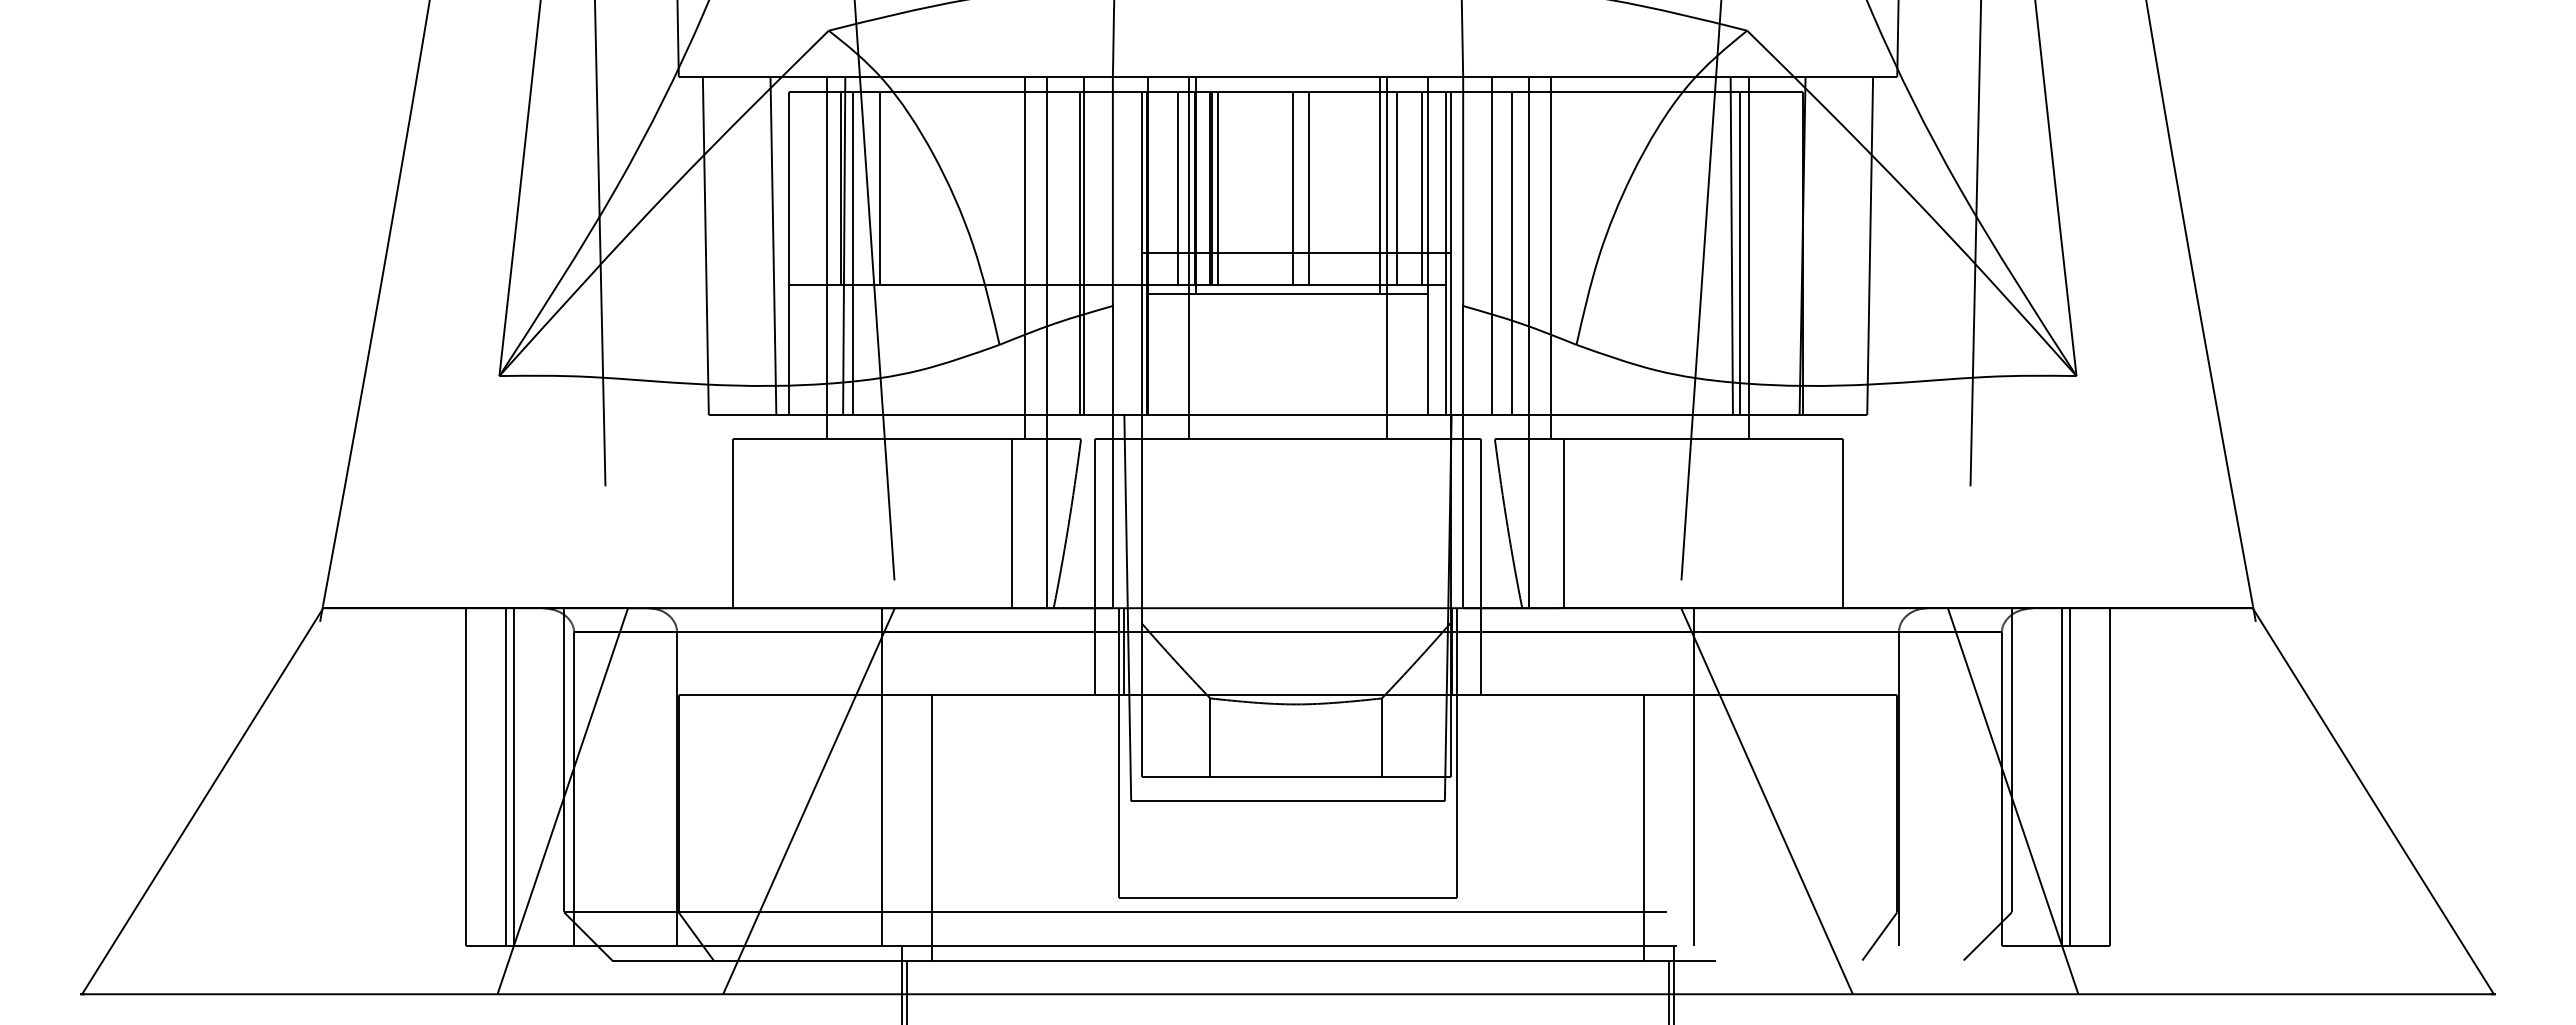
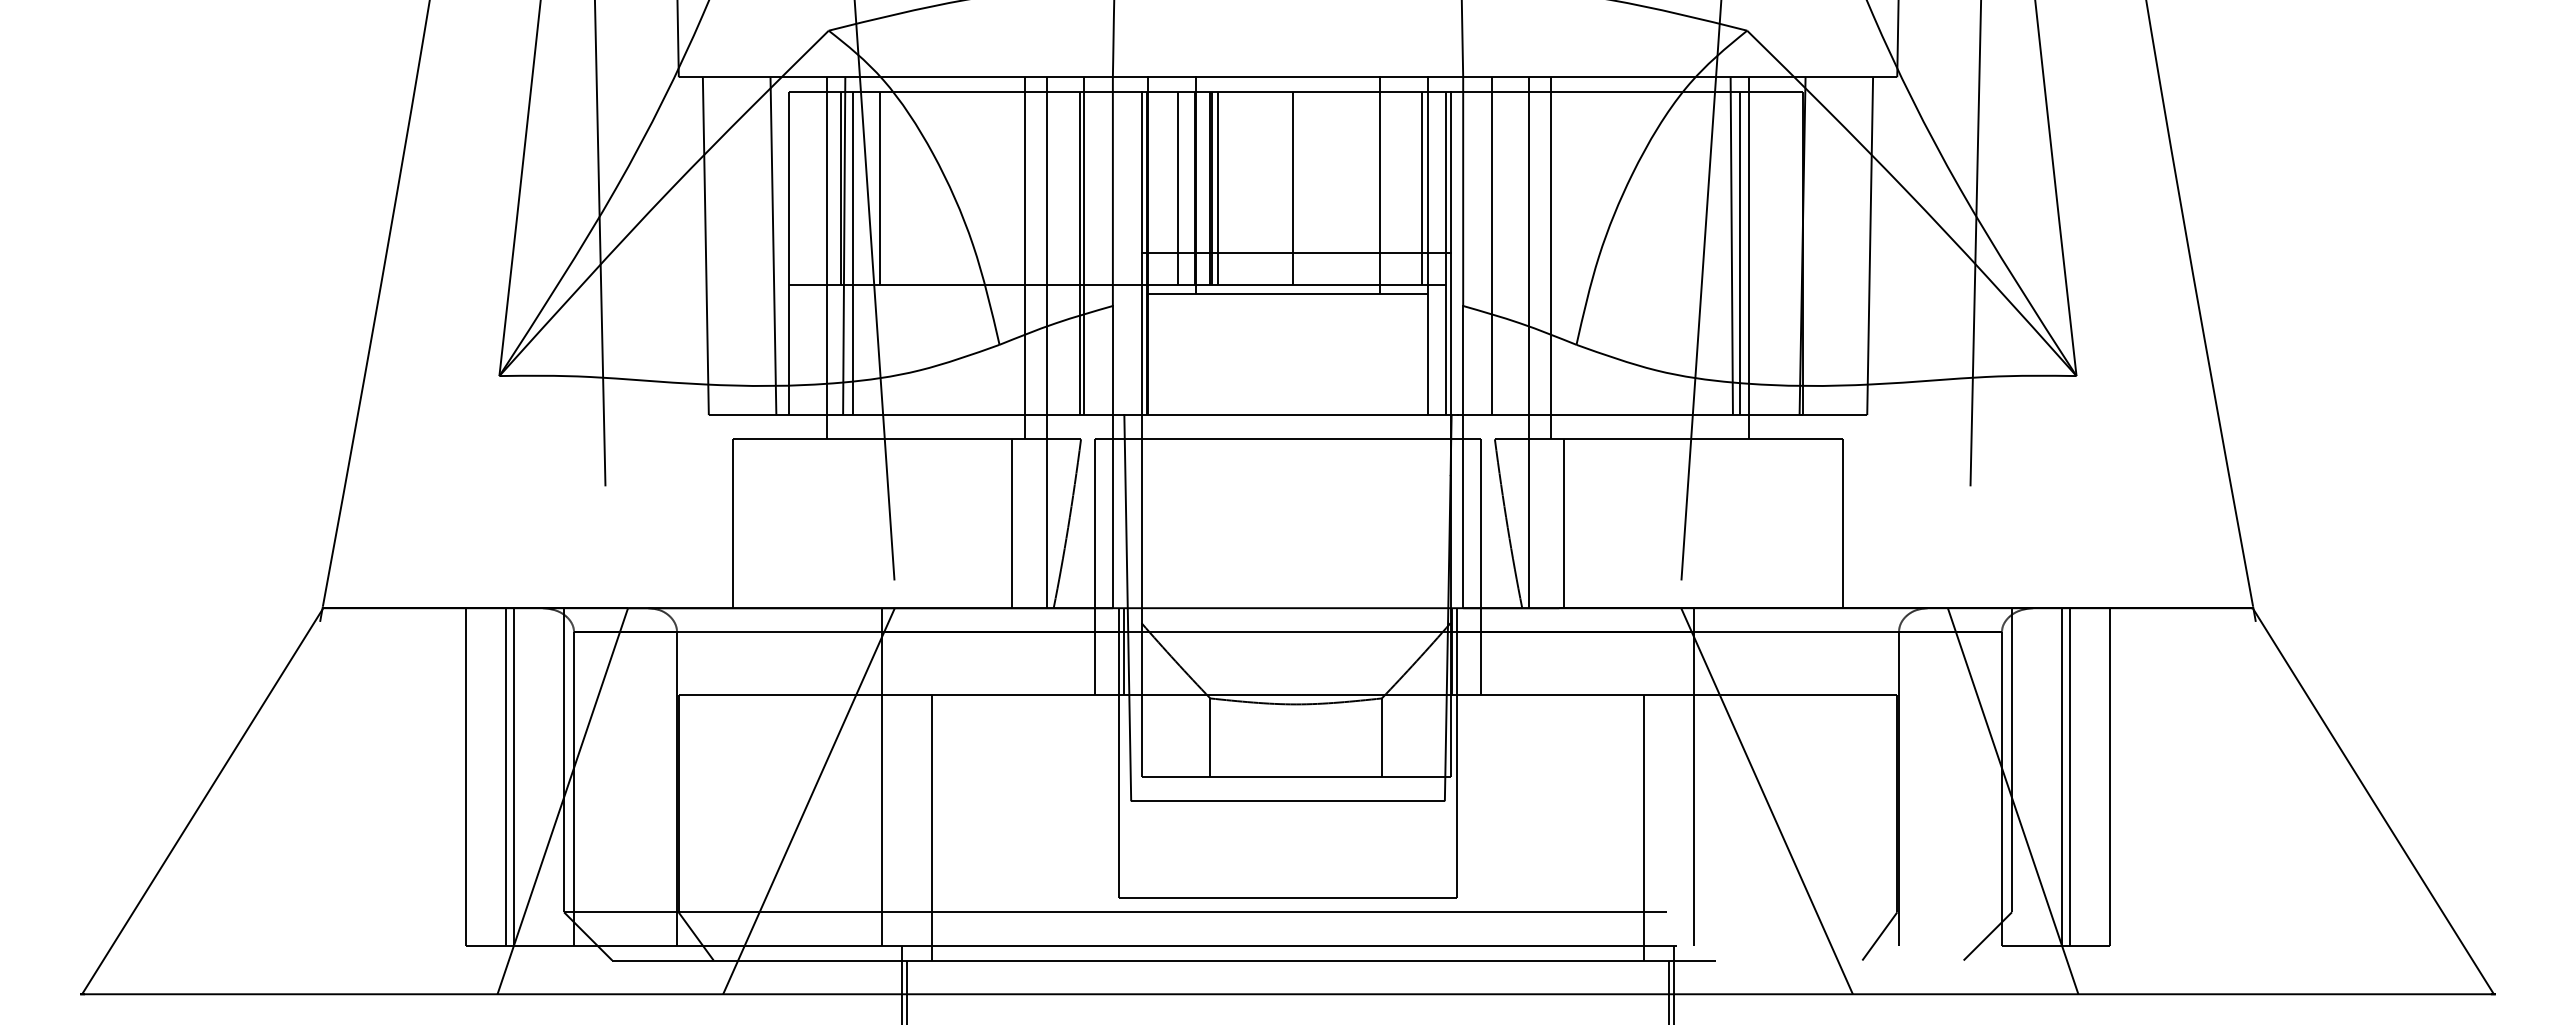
line at (1308, 187): present -> none
line at (1397, 187): present -> none
line at (1512, 253): present -> none
line at (1189, 258): present -> none
line at (1386, 258): present -> none
